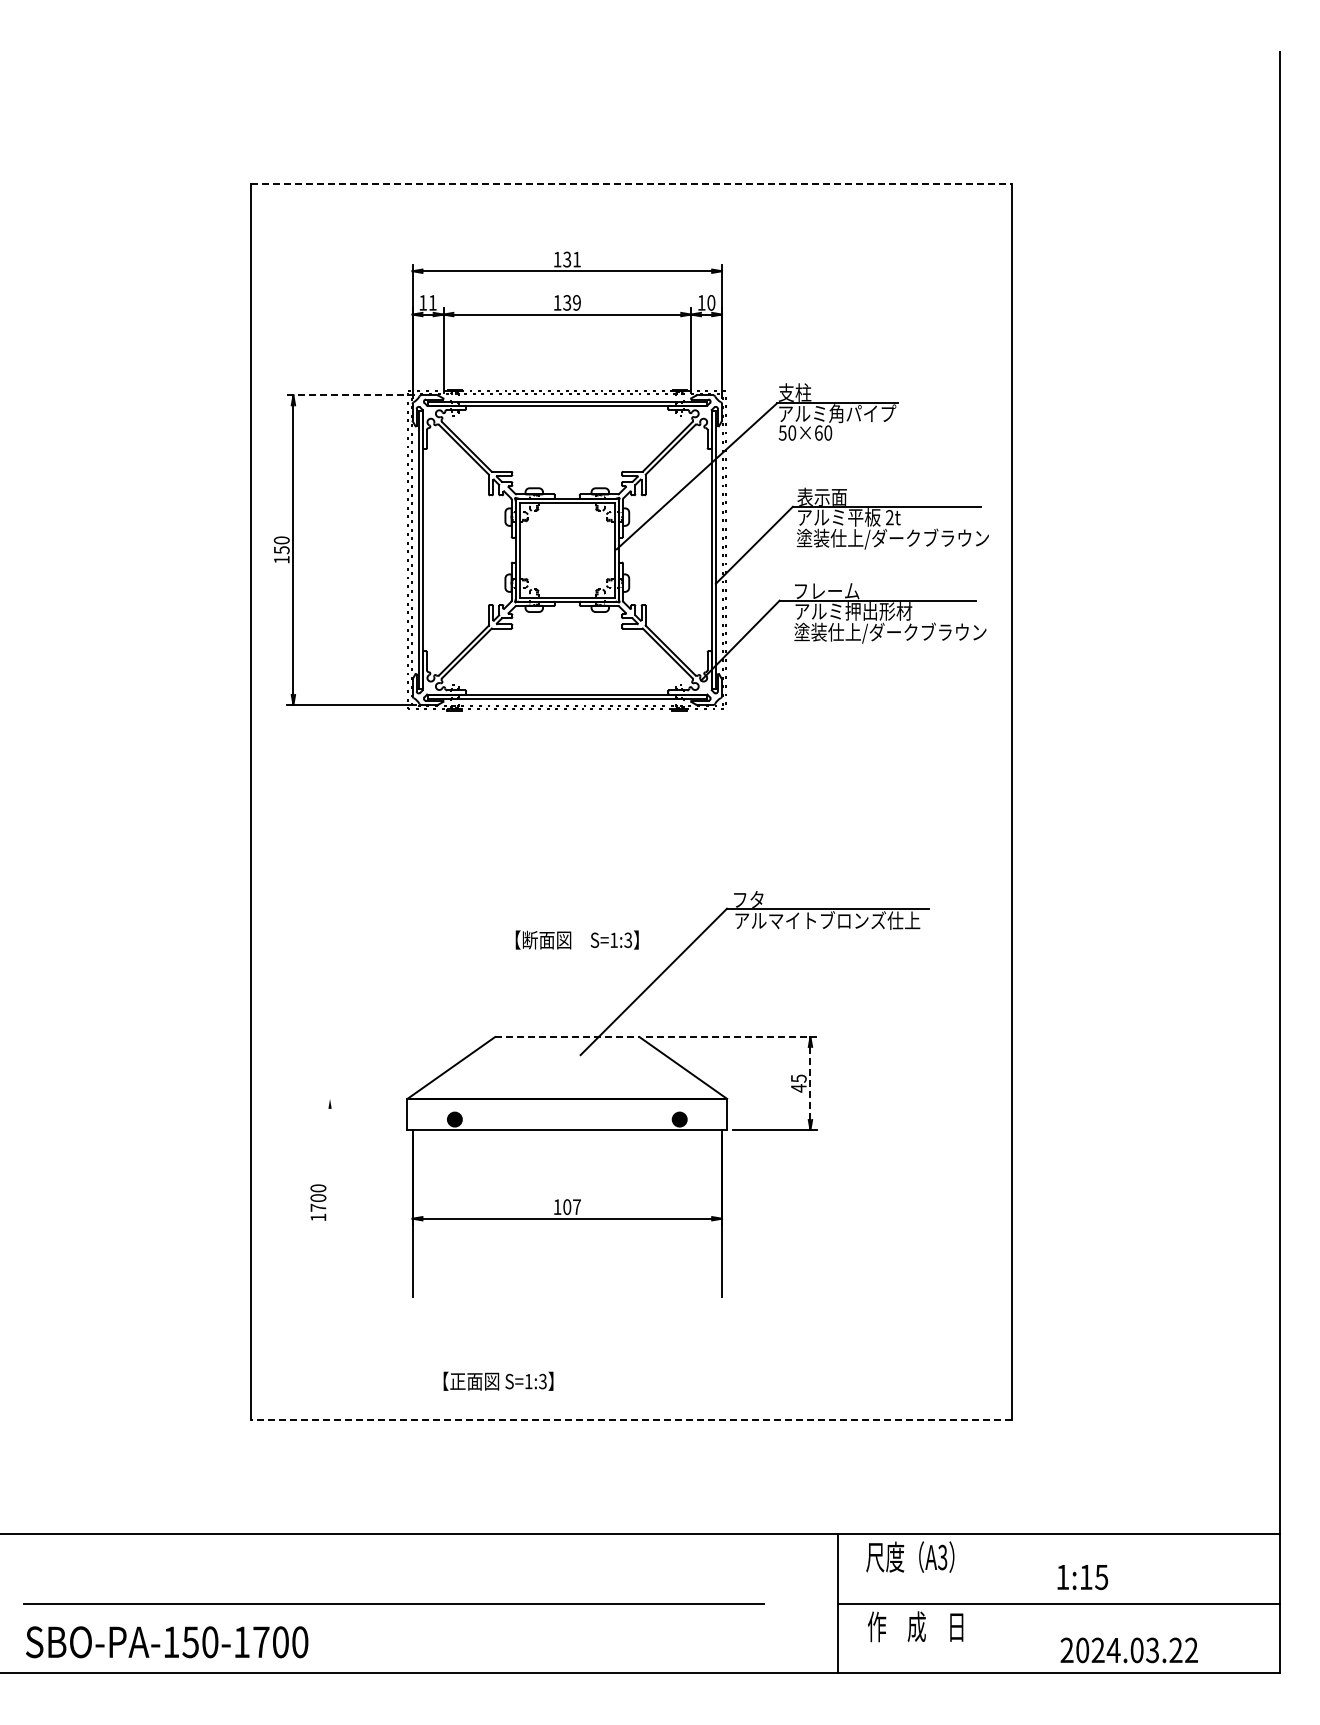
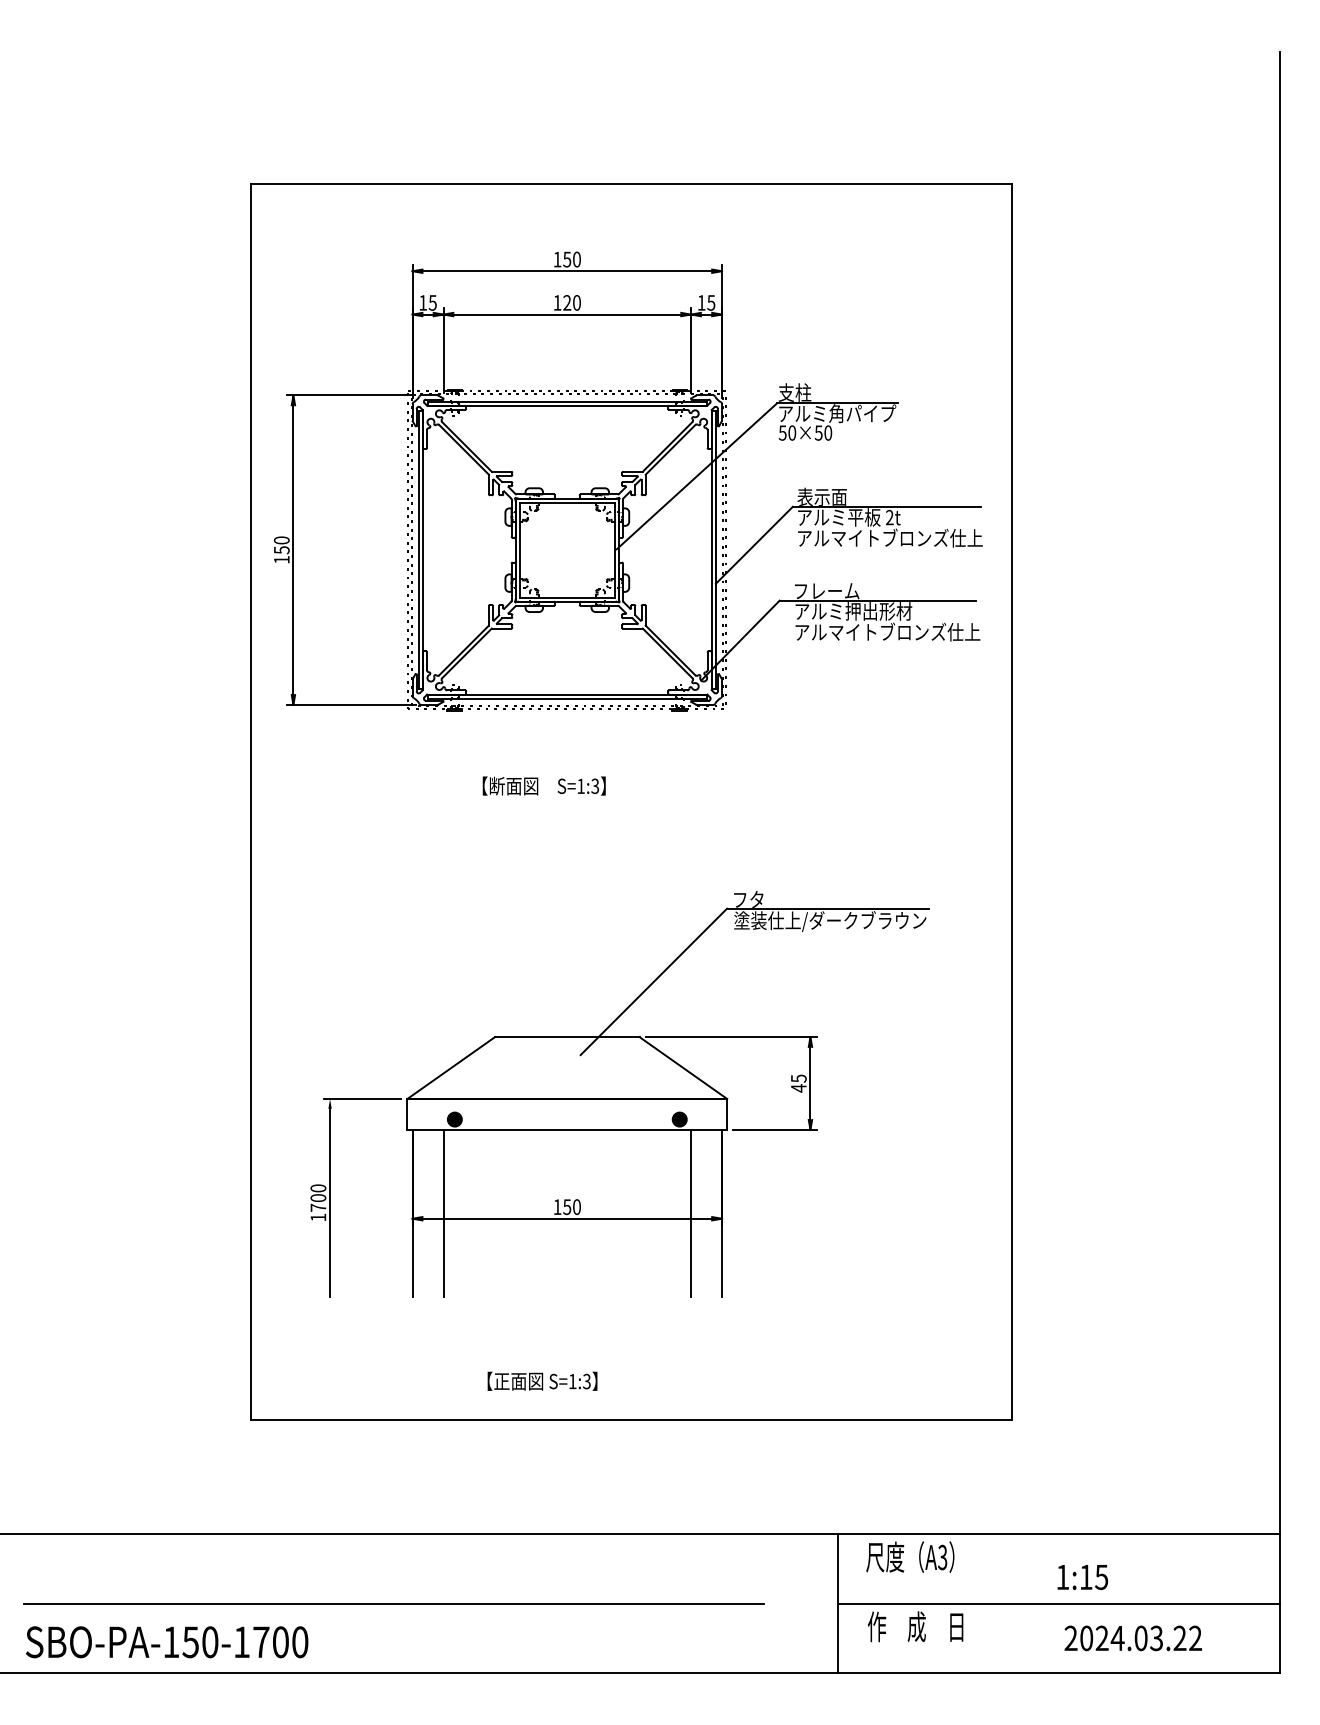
line at (632, 183): dashed -> solid
text at (571, 259): 131 -> 150
text at (432, 302): 11 -> 15
text at (571, 302): 139 -> 120
text at (711, 302): 10 -> 15
line at (351, 395): dashed -> solid
text at (818, 432): 50×60 -> 50×50
text at (892, 538): 塗装仕上/ダークブラウン -> アルマイトブロンズ仕上
text at (890, 632): 塗装仕上/ダークブラウン -> アルマイトブロンズ仕上
text at (830, 921): アルマイトブロンズ仕上 -> 塗装仕上/ダークブラウン
text at (576, 939) position: (576, 939) -> (543, 785)
line at (567, 1037): dashed -> solid
line at (731, 1037): dashed -> solid
line at (810, 1083): dashed -> solid
line at (362, 1098): none -> present
line at (330, 1202): none -> present
text at (571, 1207): 107 -> 150
line at (443, 1213): none -> present
line at (691, 1213): none -> present
text at (498, 1380) position: (498, 1380) -> (542, 1380)
line at (631, 1419): dashed -> solid
text at (1128, 1650) position: (1128, 1650) -> (1132, 1638)
